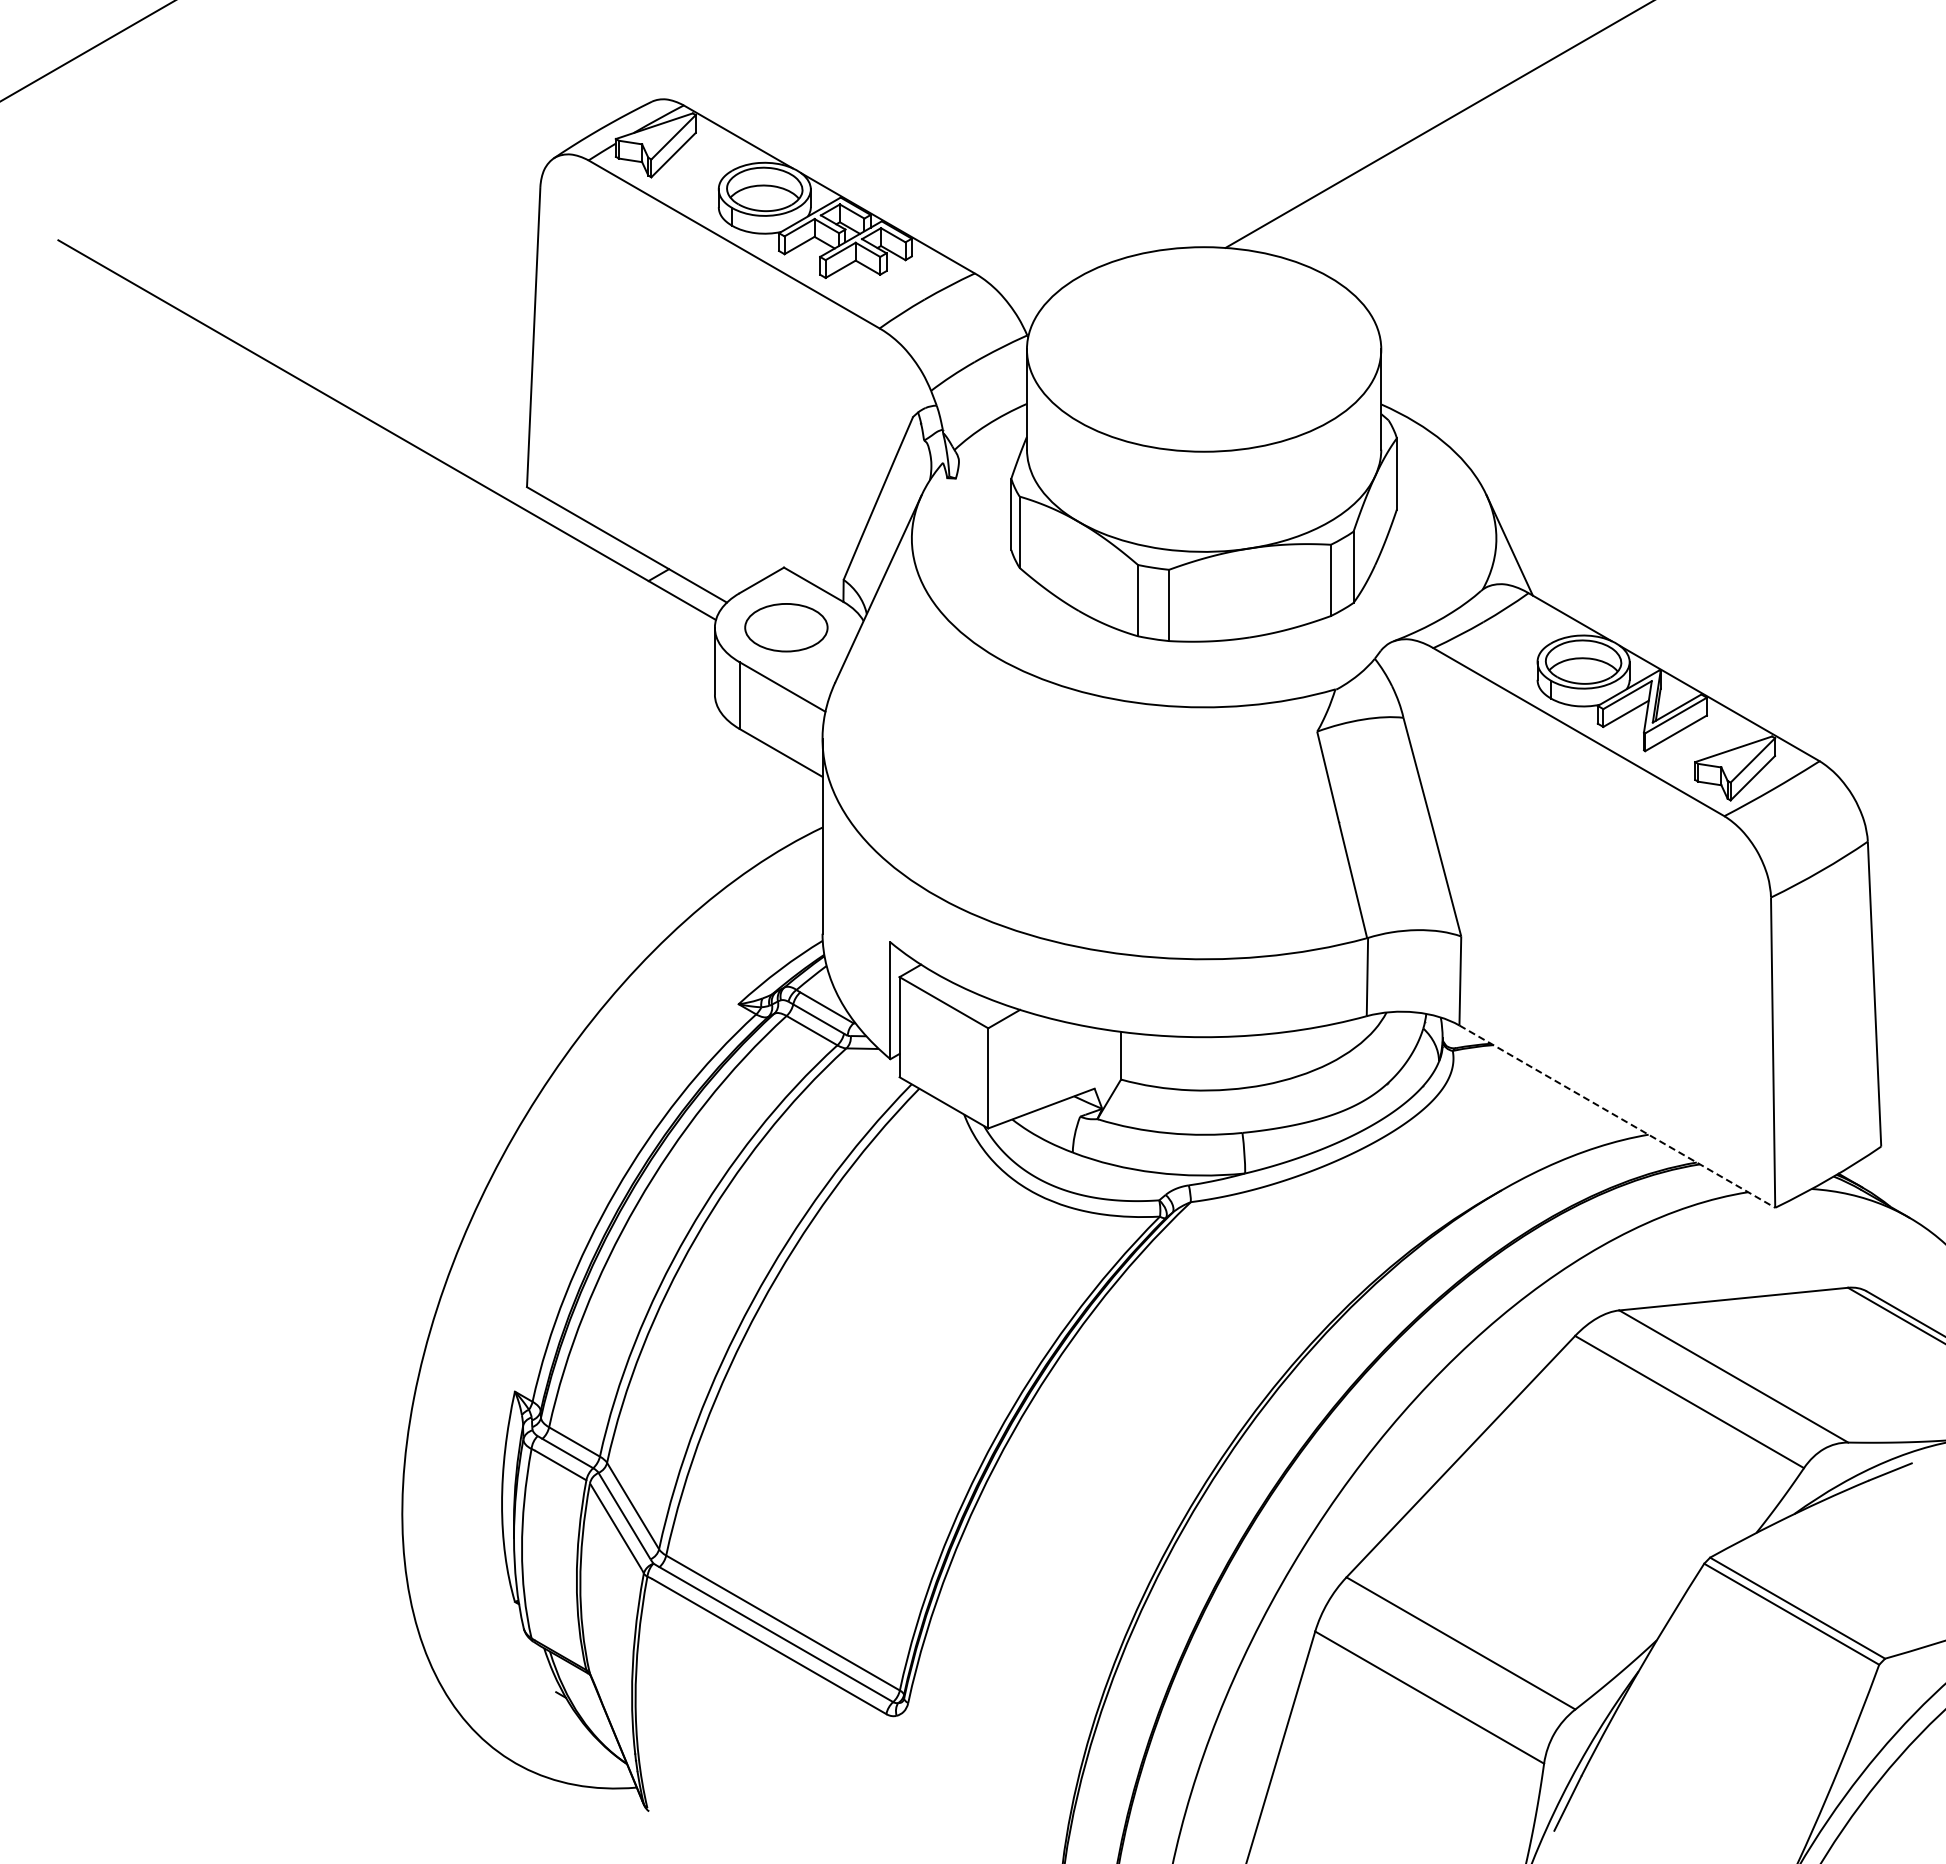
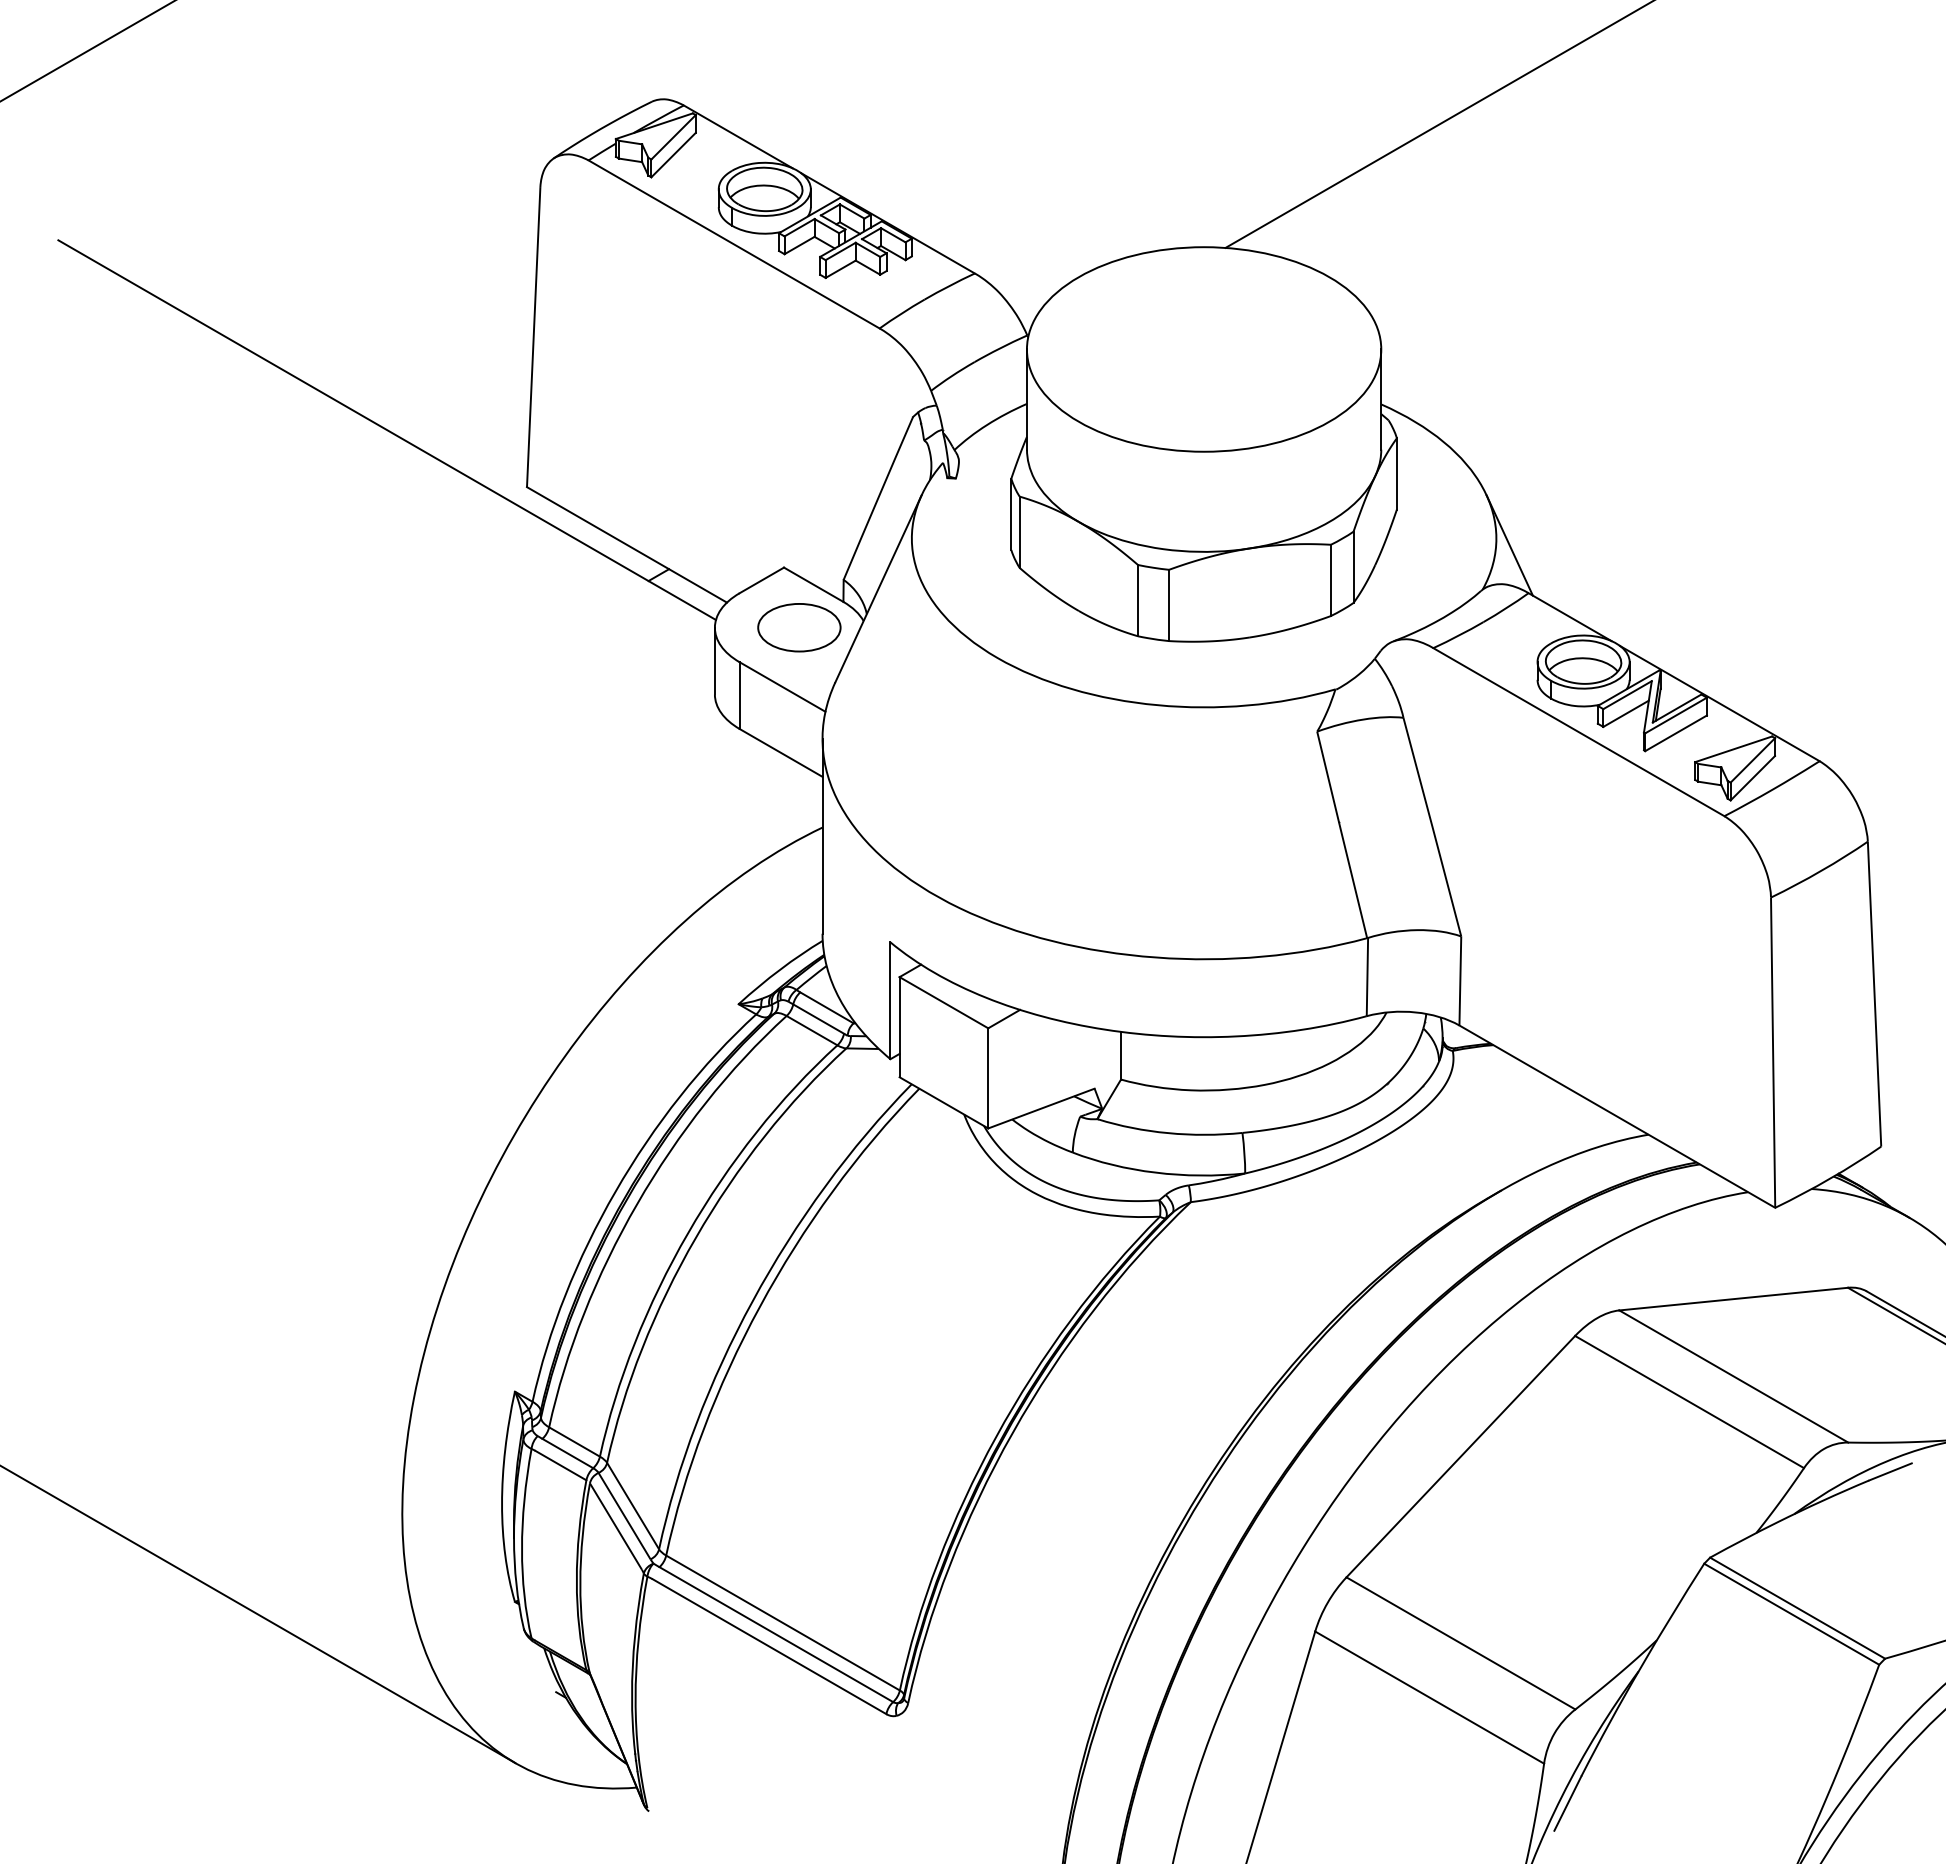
part at (786, 627) position: (786, 627) -> (799, 627)
line at (1617, 1116): dashed -> solid
line at (258, 1614): none -> present
